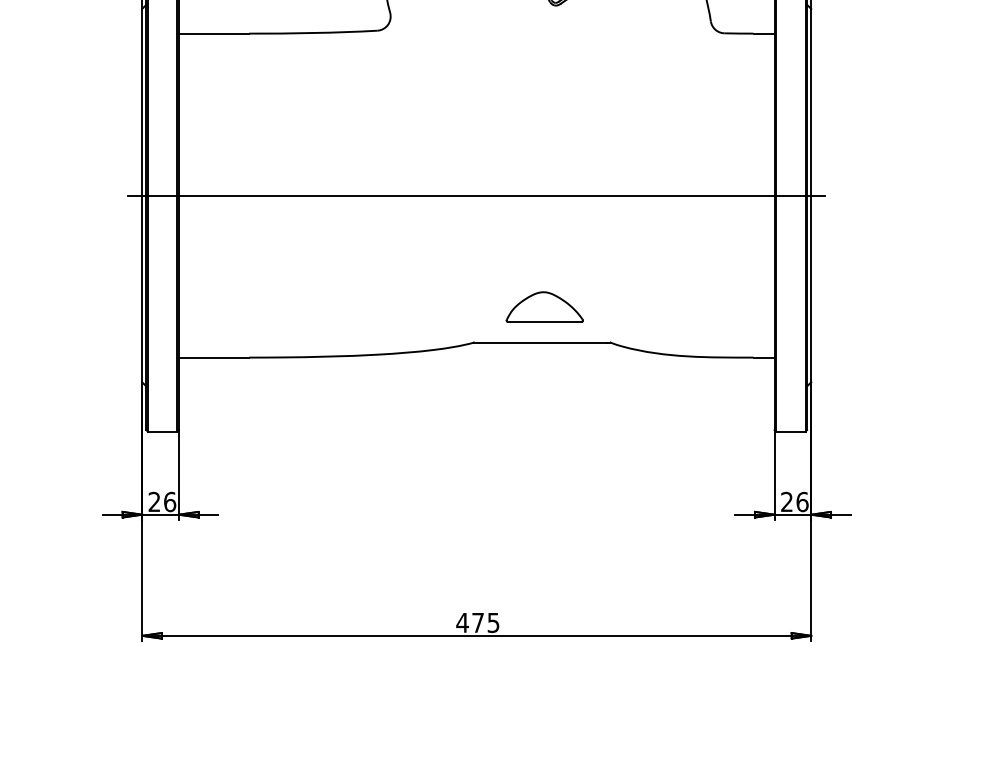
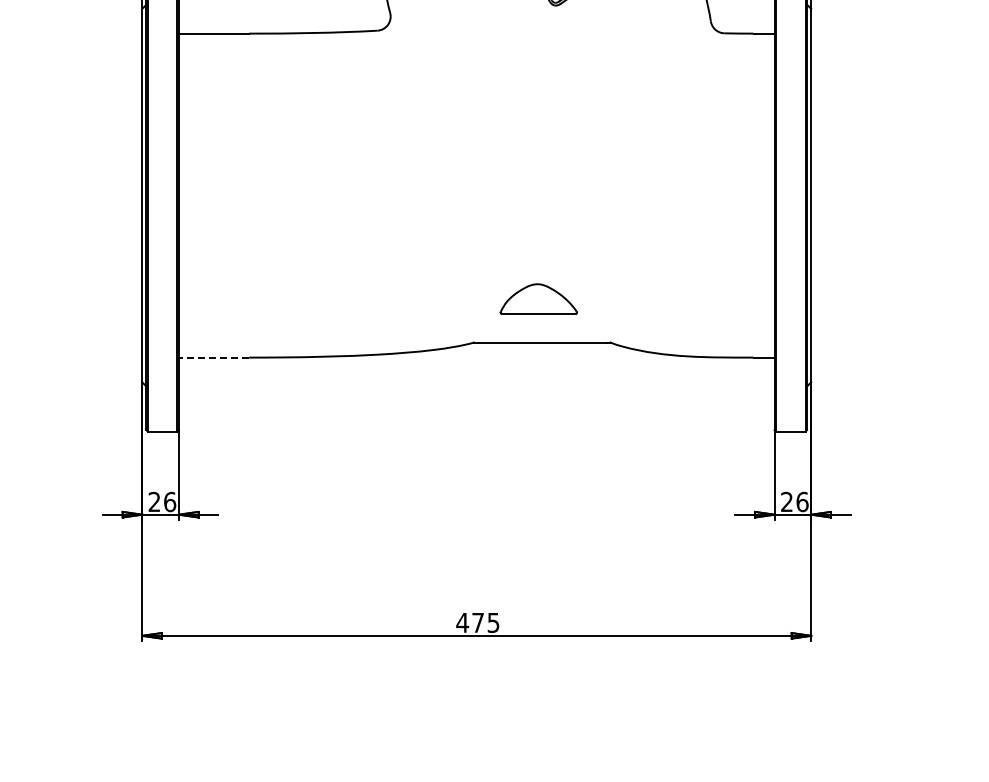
line at (476, 195): present -> none
part at (544, 306) position: (544, 306) -> (538, 298)
line at (213, 357): solid -> dashed
